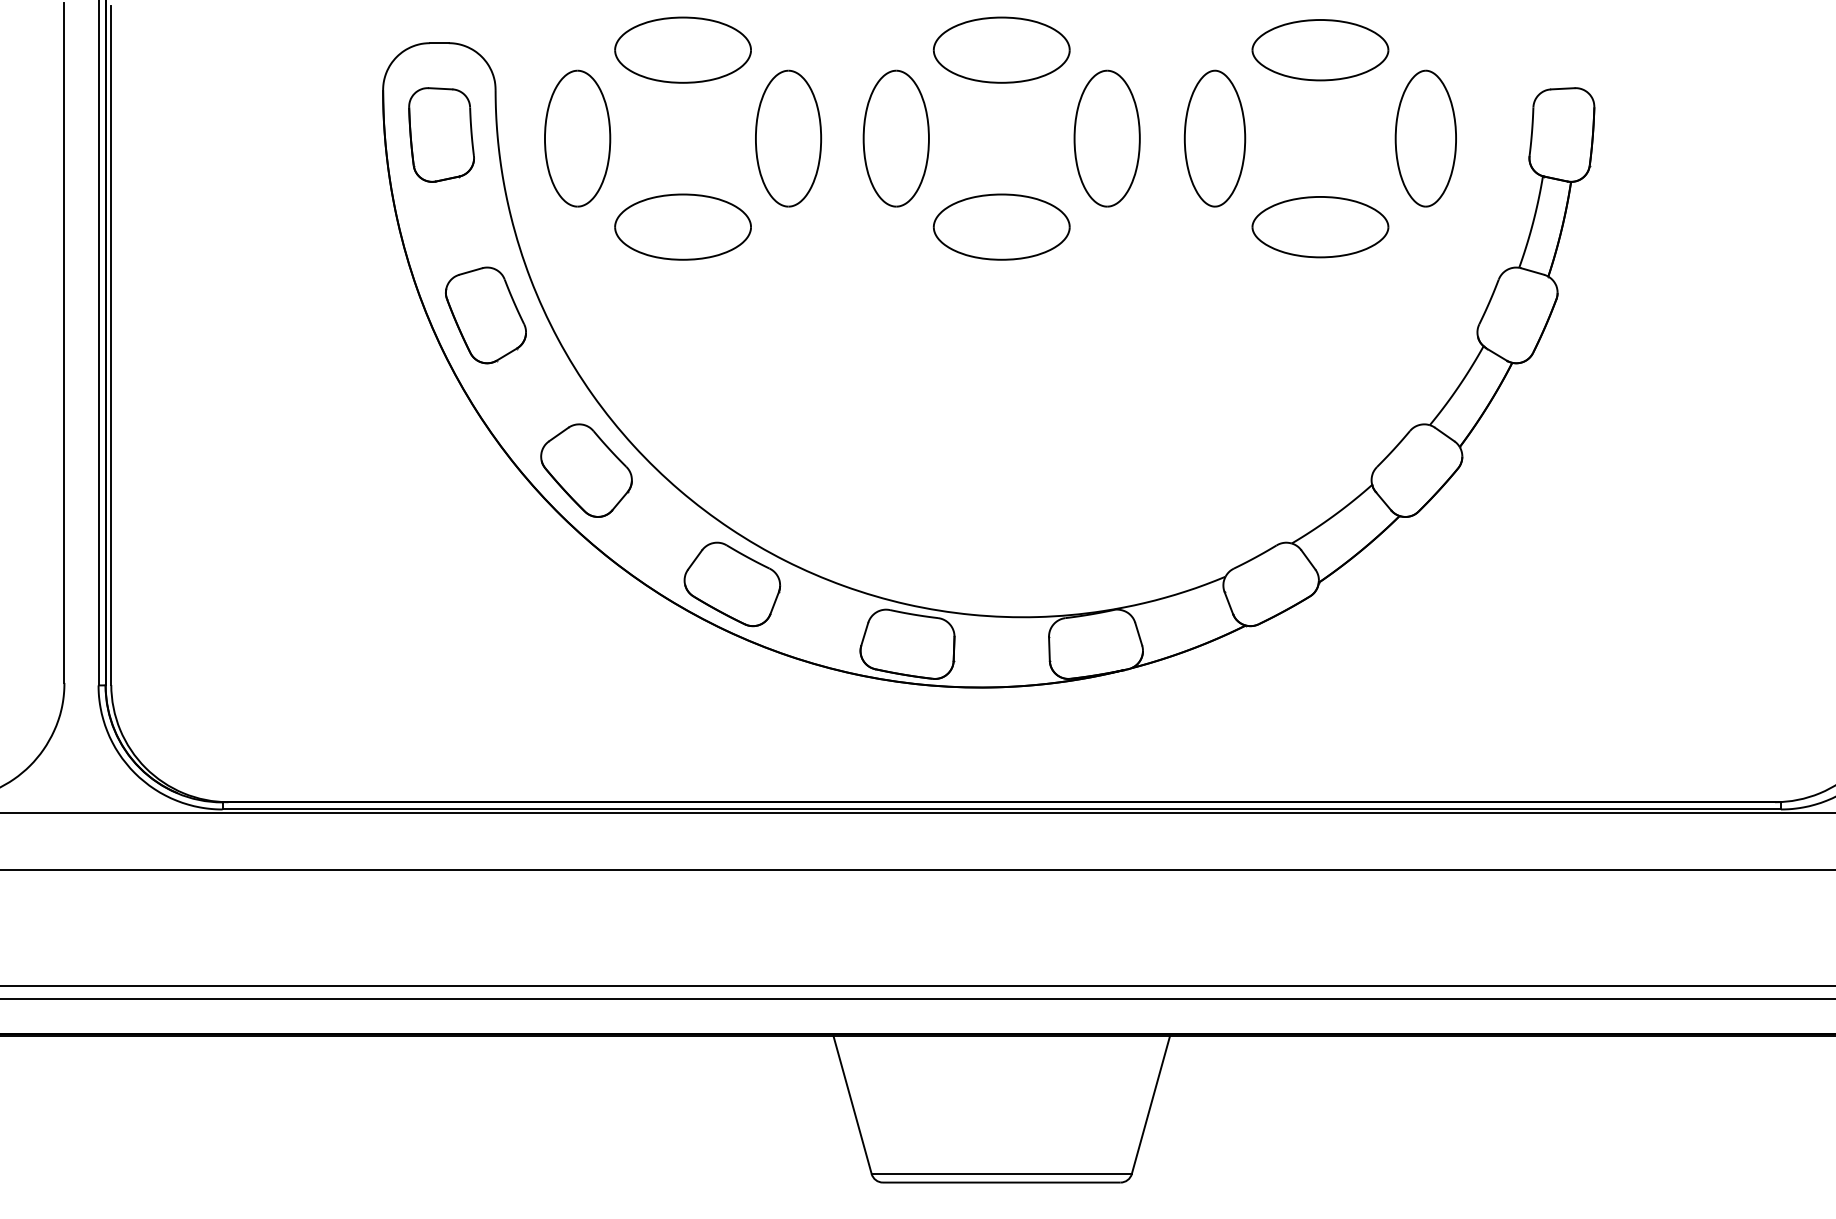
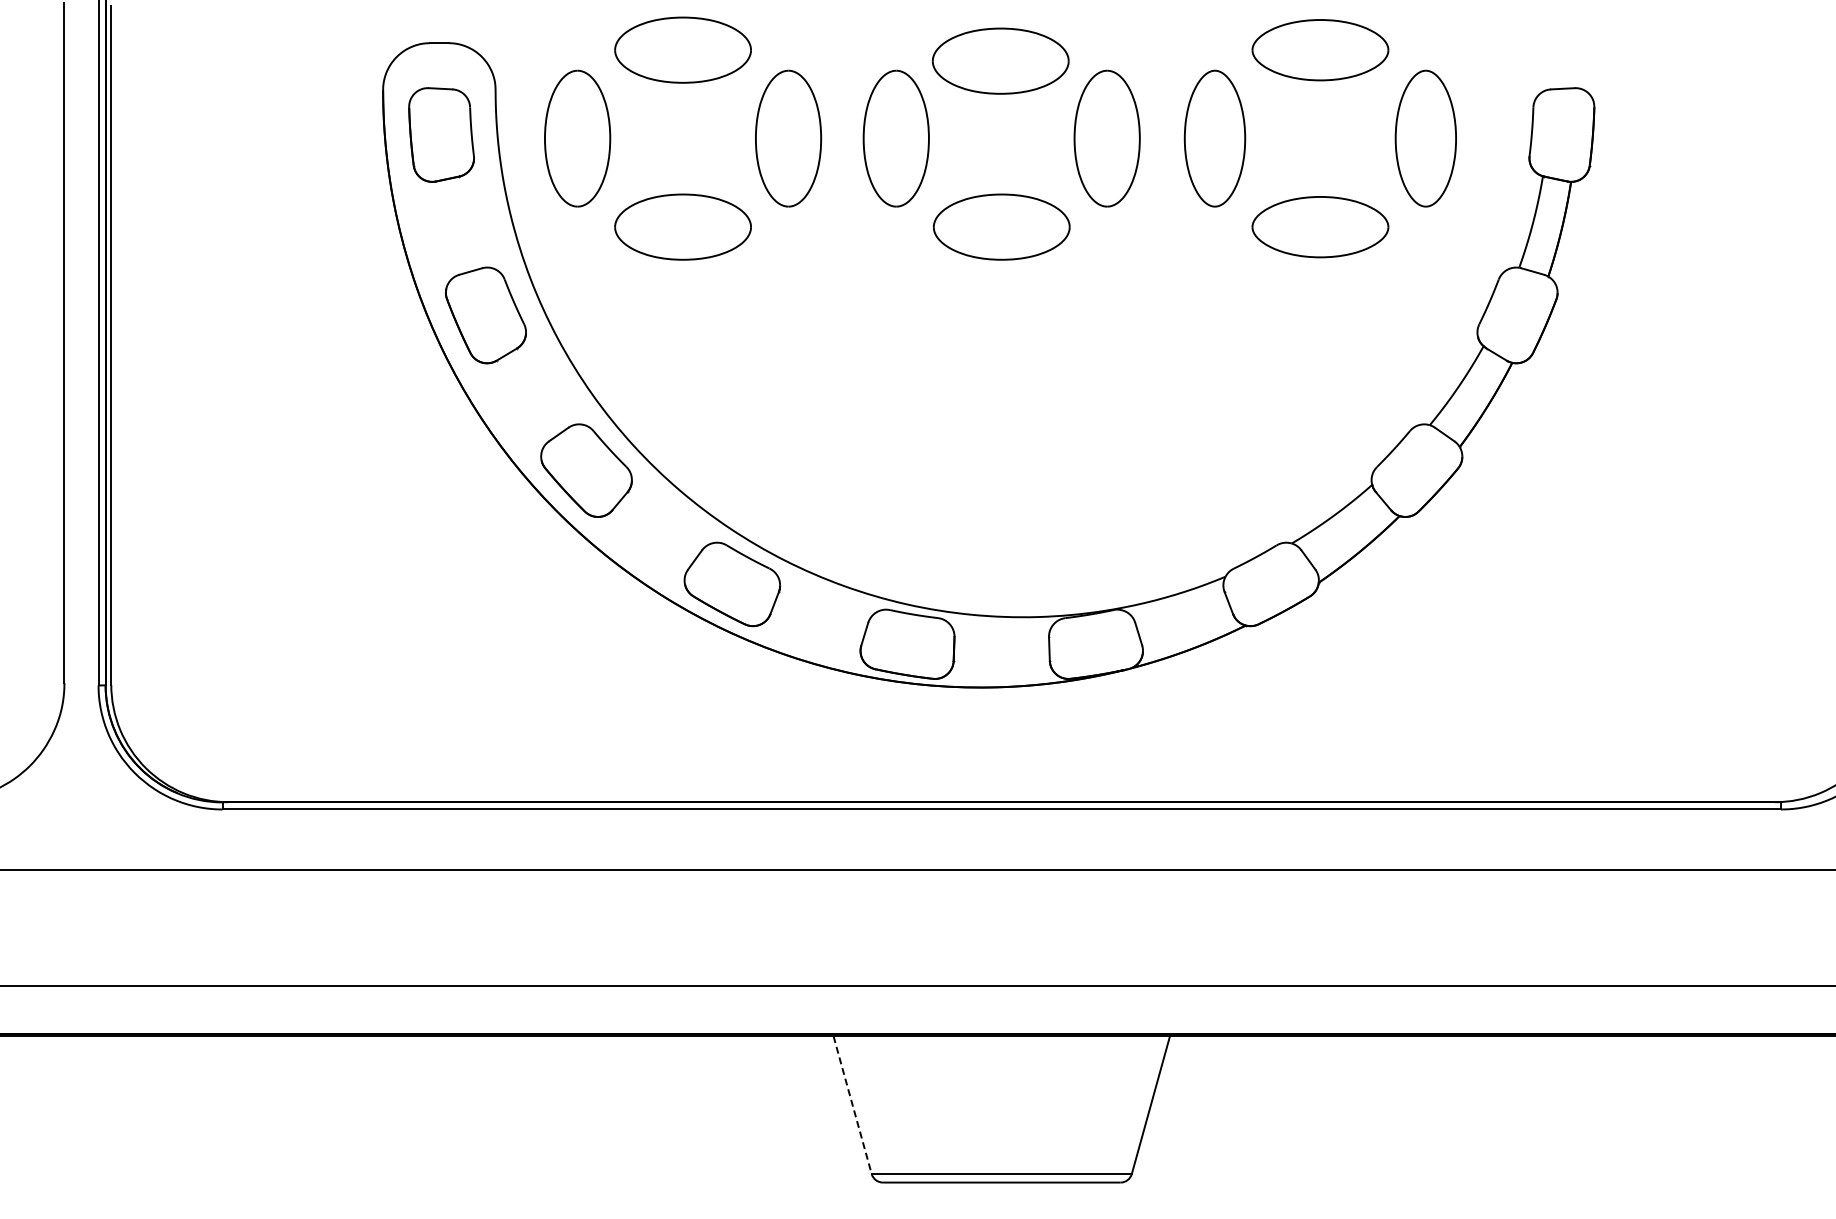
part at (1001, 49) position: (1001, 49) -> (1000, 60)
line at (917, 813): present -> none
line at (917, 998): present -> none
line at (852, 1105): solid -> dashed
